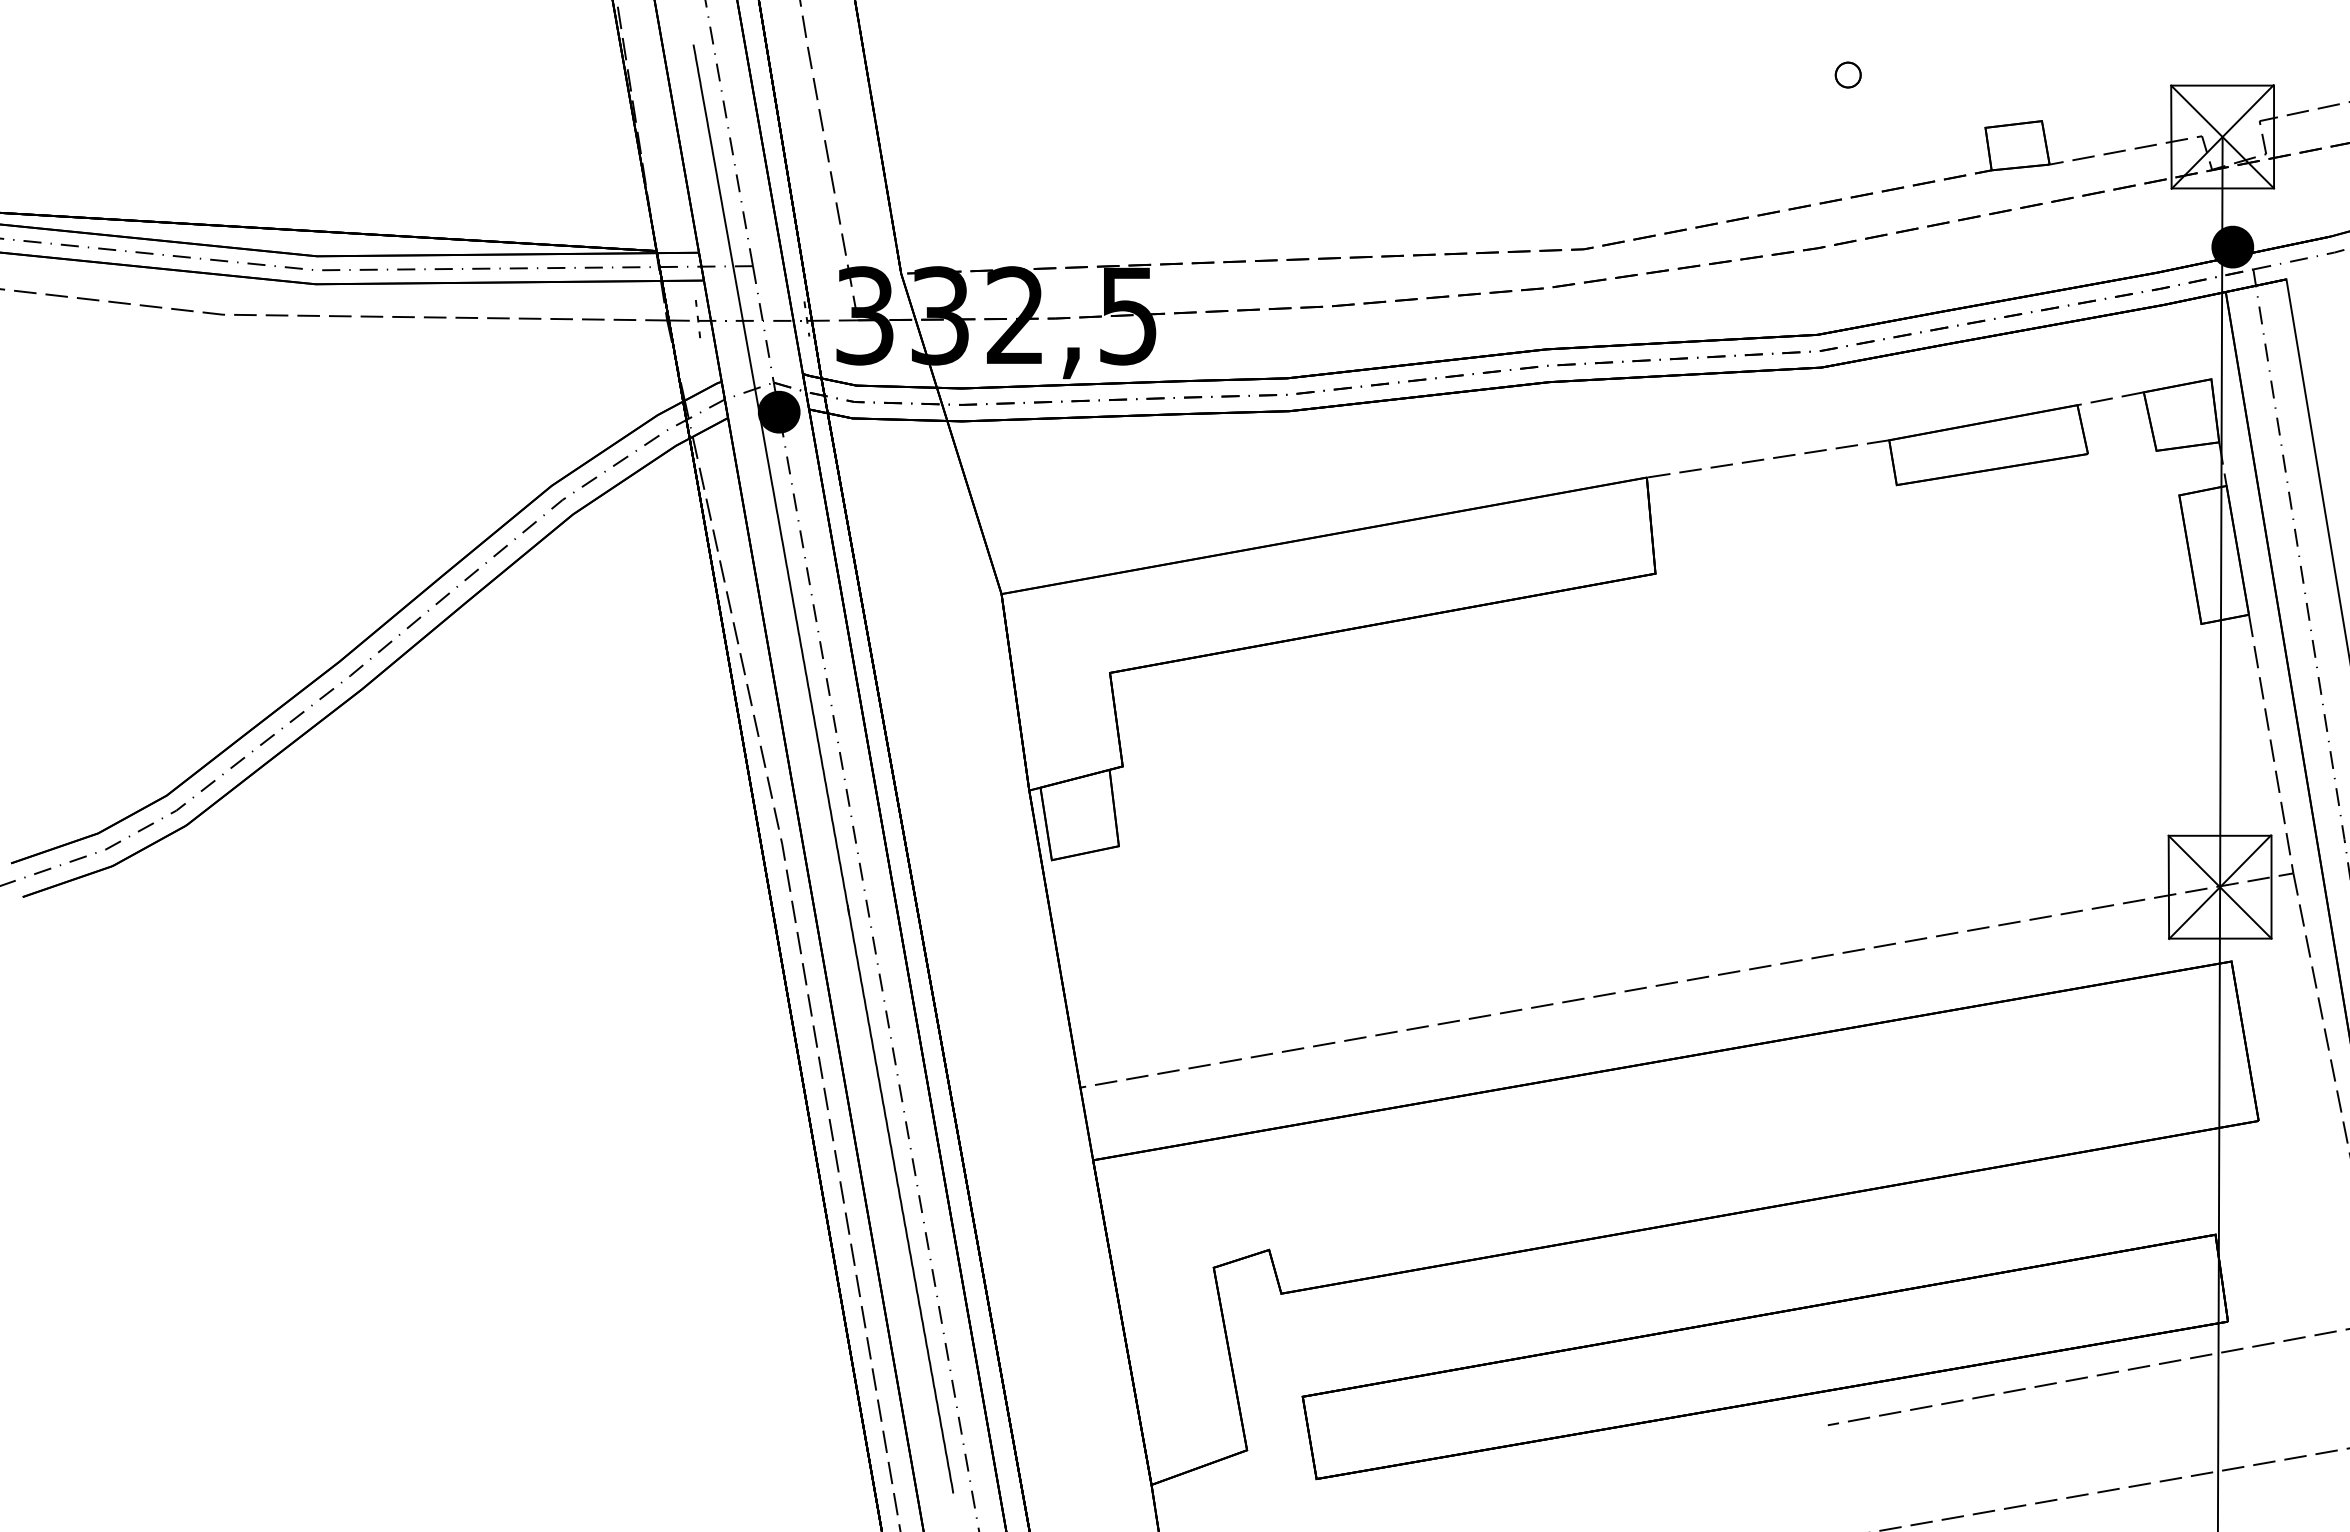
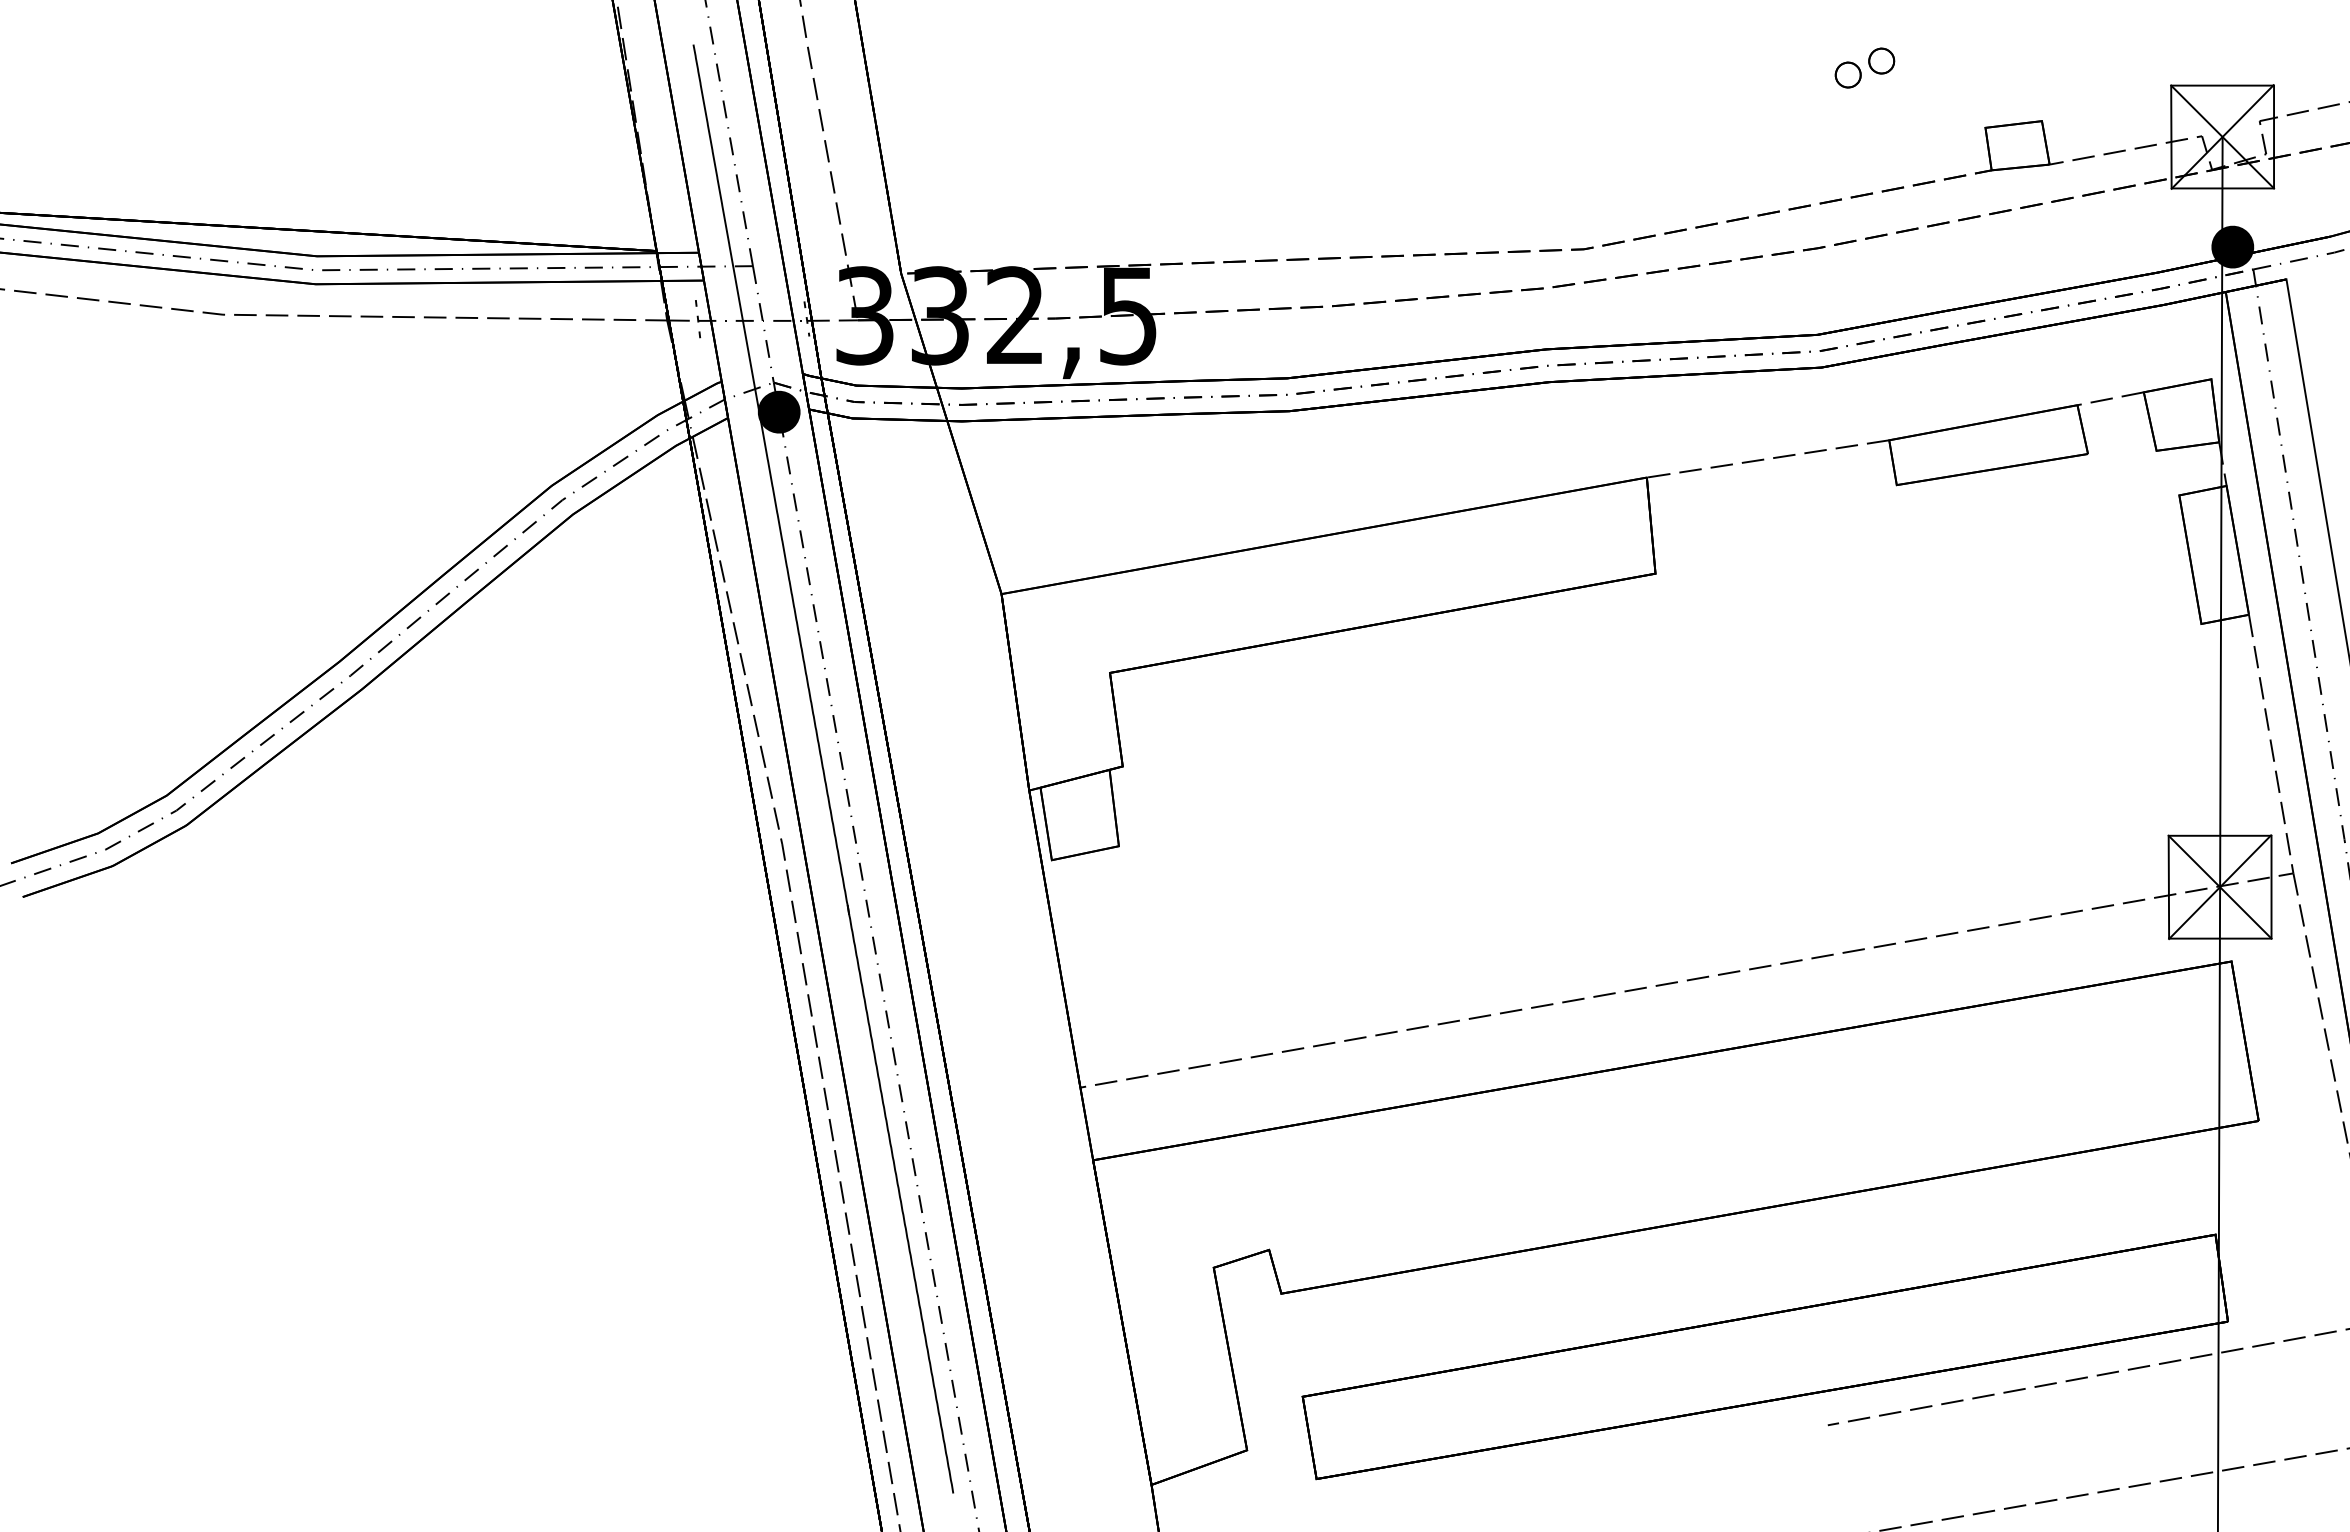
part at (1881, 60): none -> present
